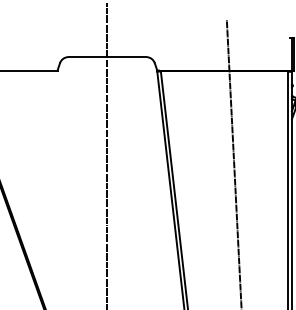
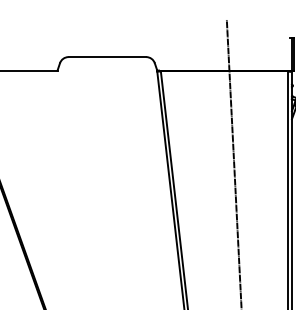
line at (107, 154): present -> none
